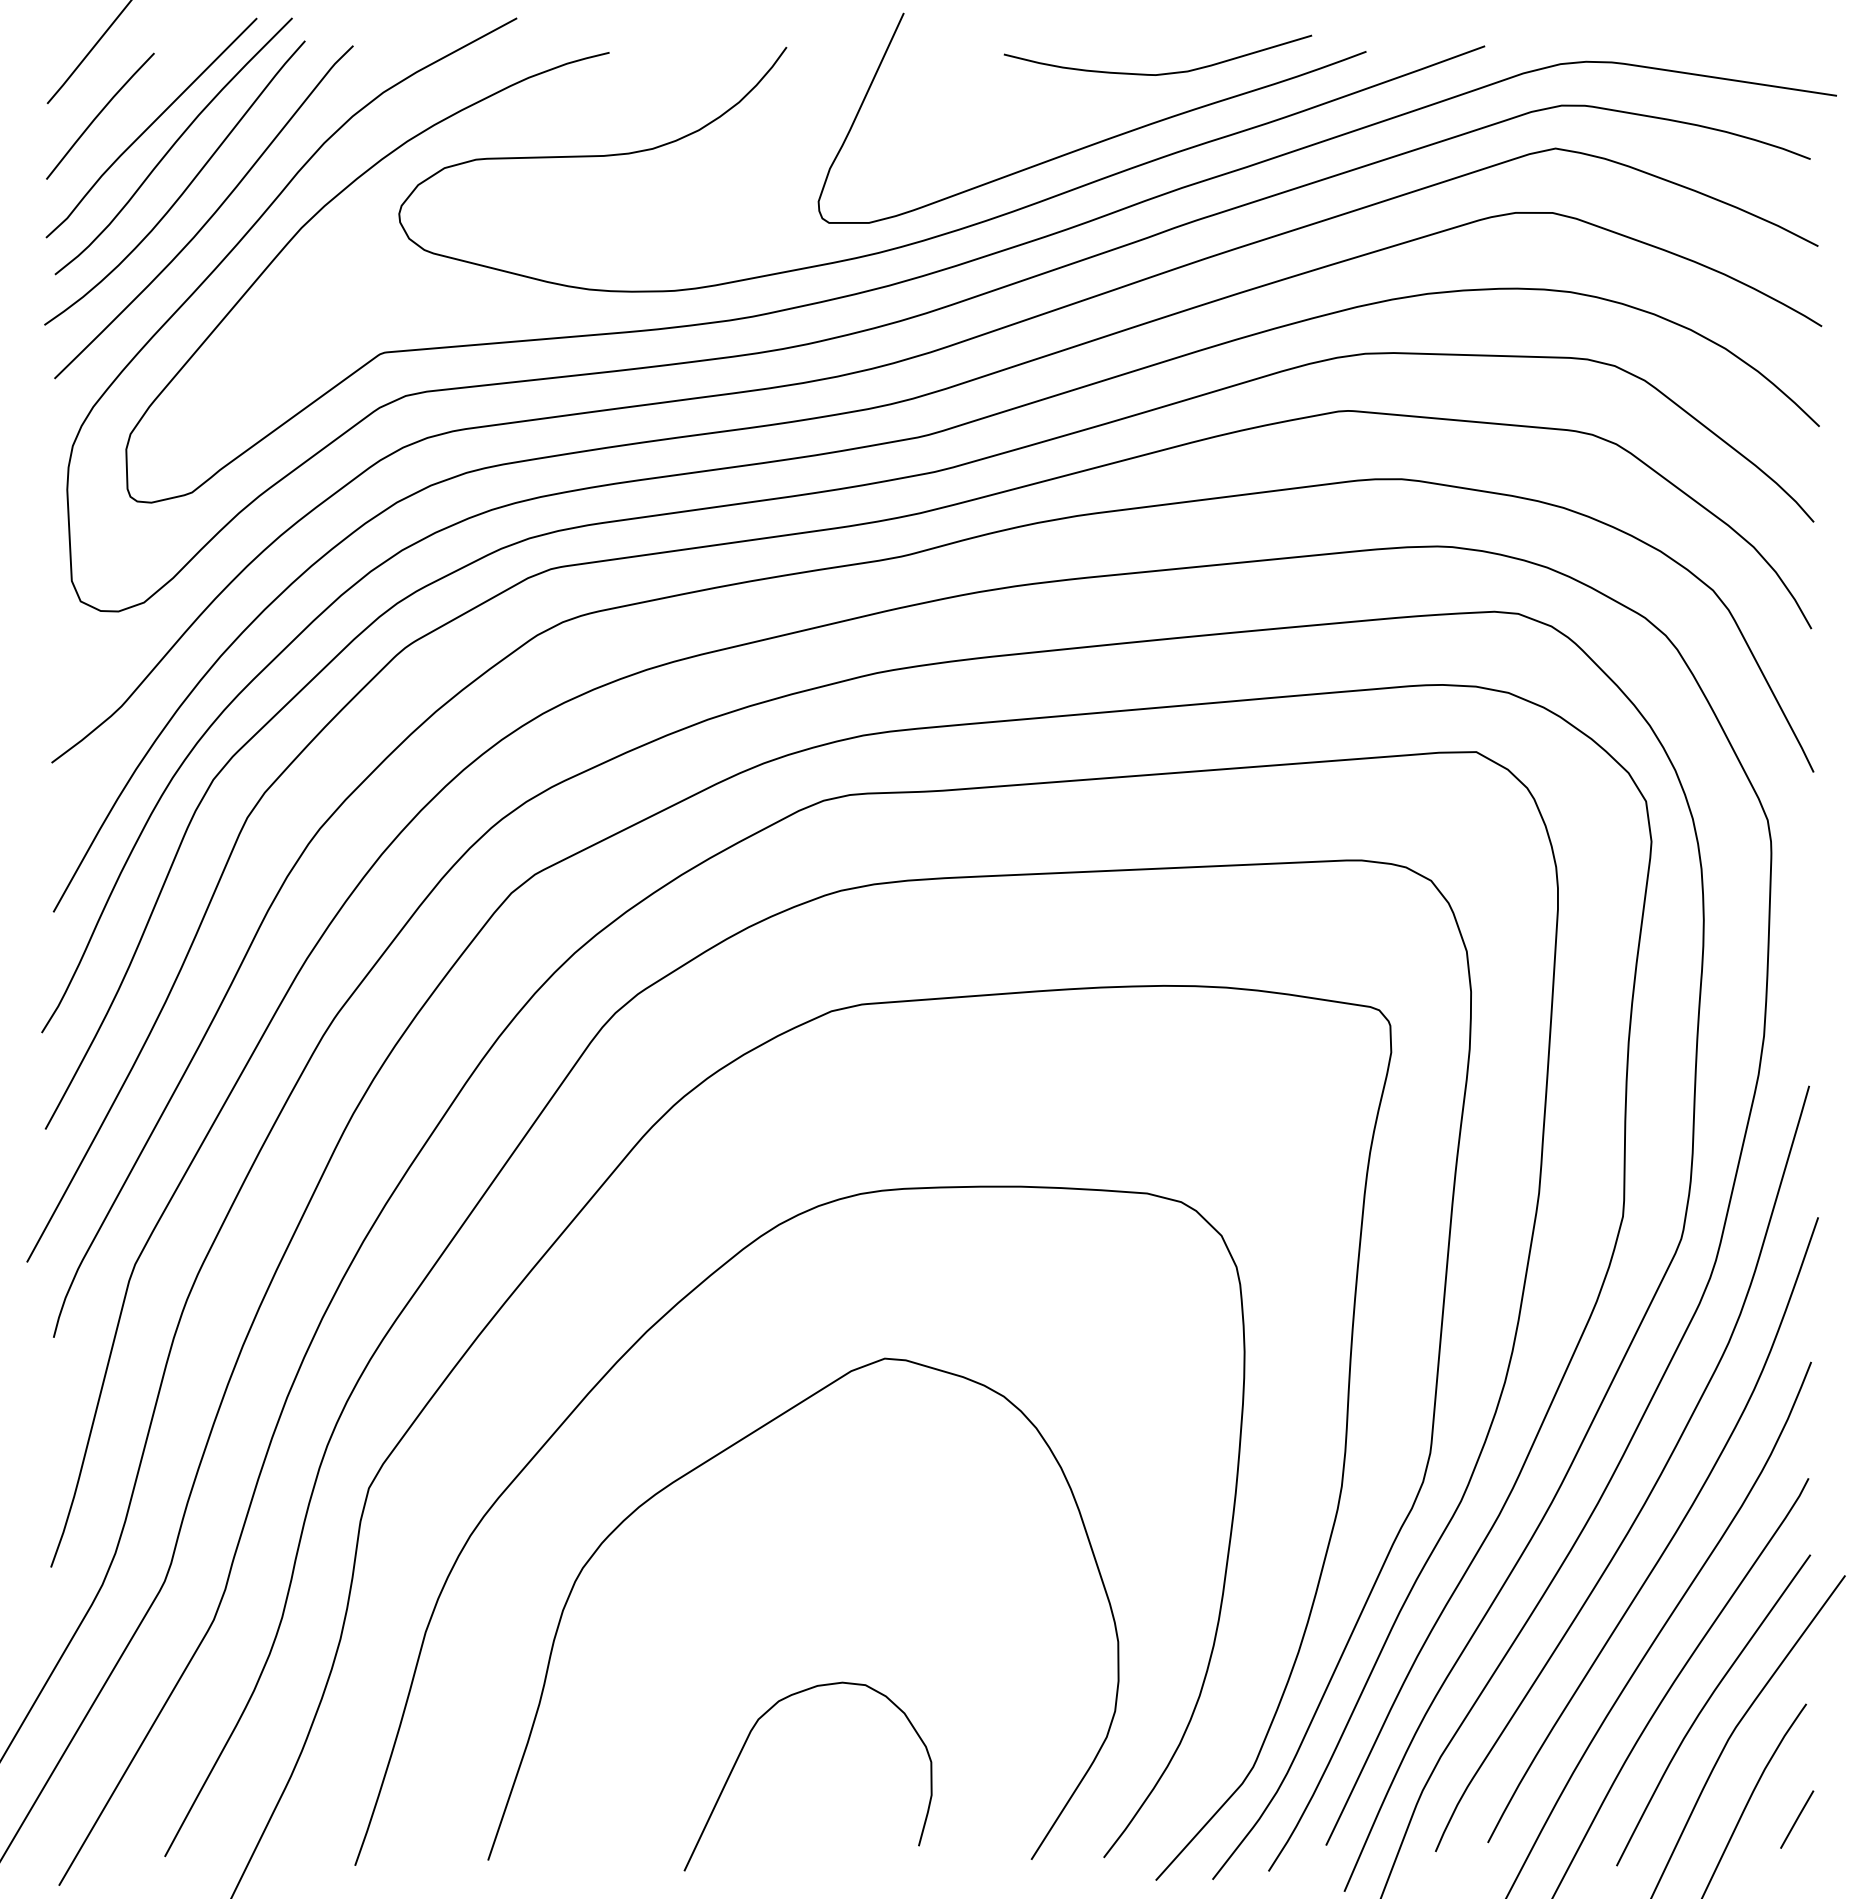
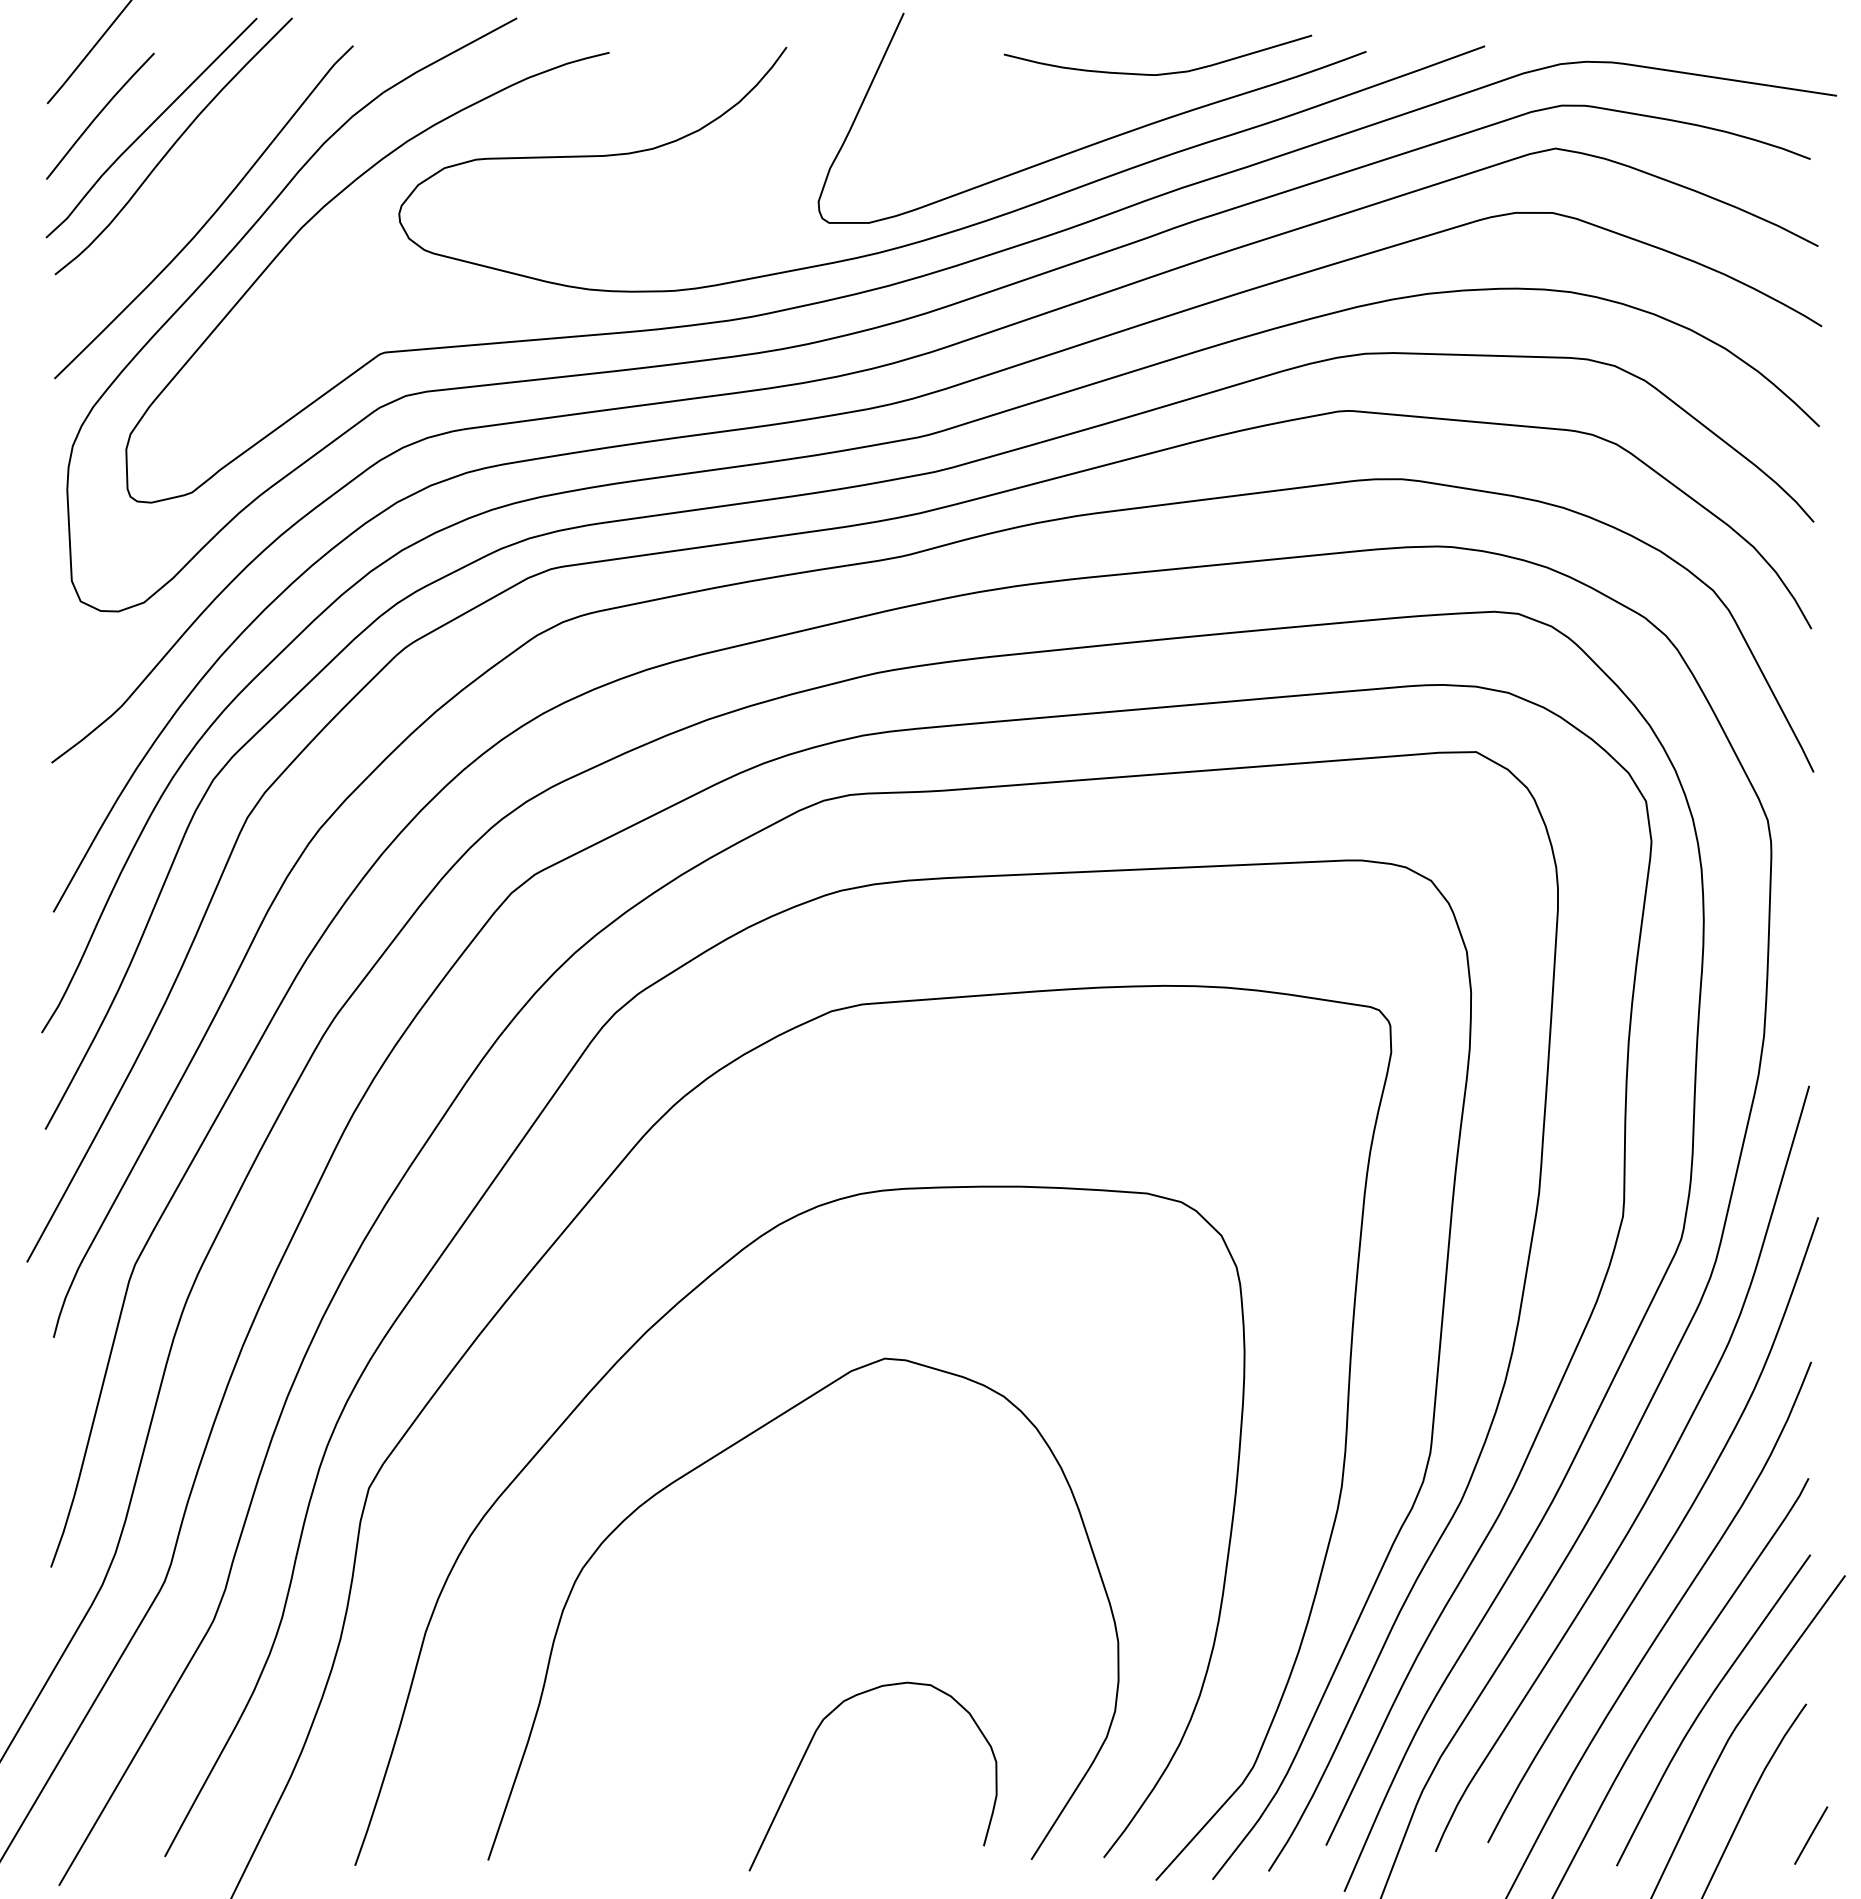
curve at (183, 190): present -> none
curve at (743, 1749) position: (743, 1749) -> (808, 1749)
line at (1797, 1819) position: (1797, 1819) -> (1811, 1835)
